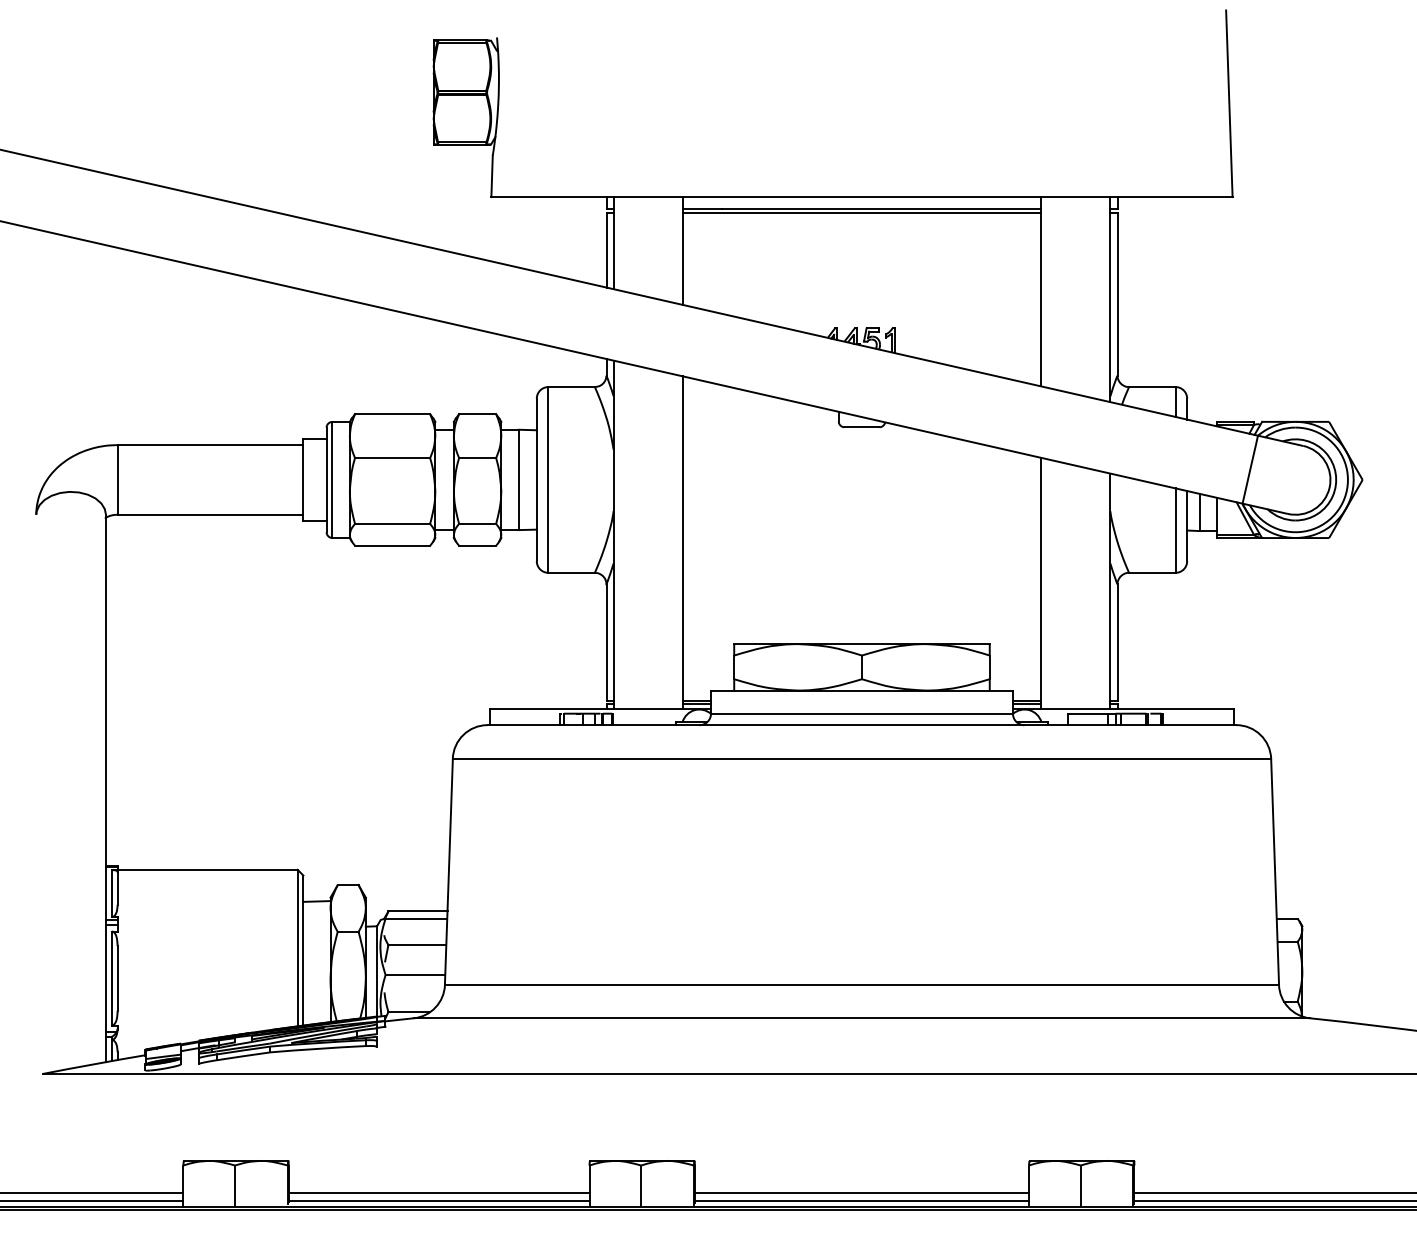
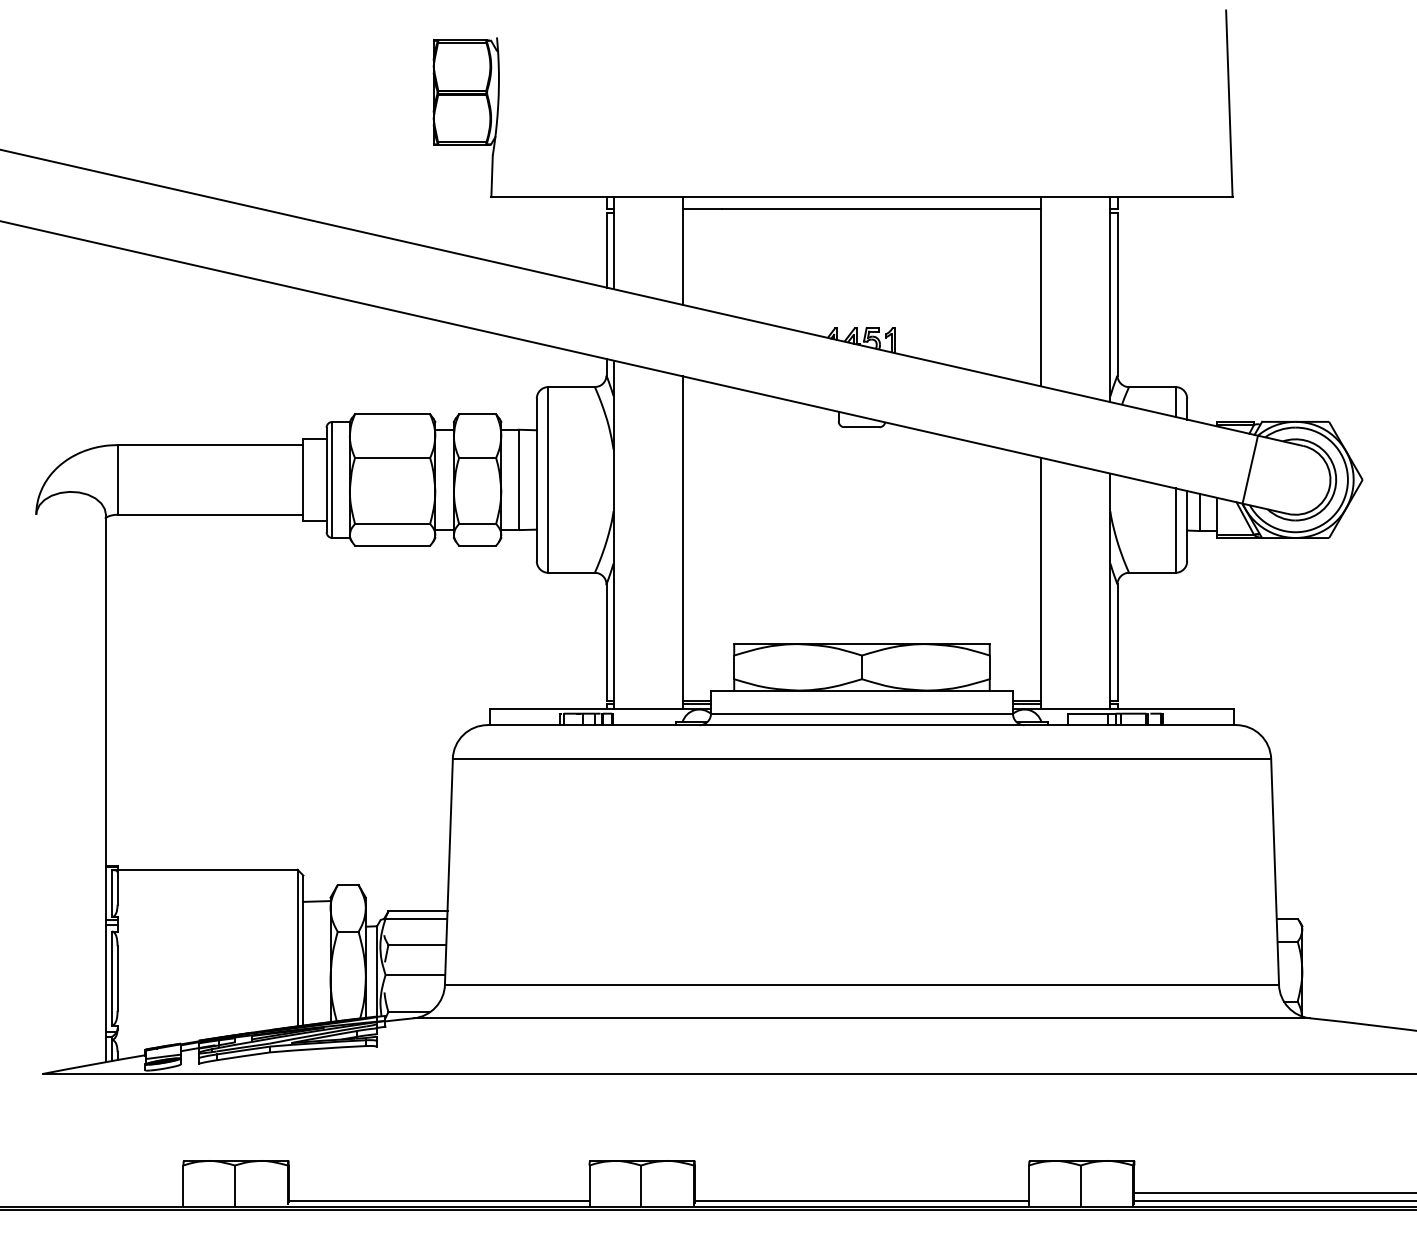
line at (861, 212): present -> none
line at (92, 1192): present -> none
line at (438, 1192): present -> none
line at (861, 1192): present -> none
line at (92, 1201): present -> none
